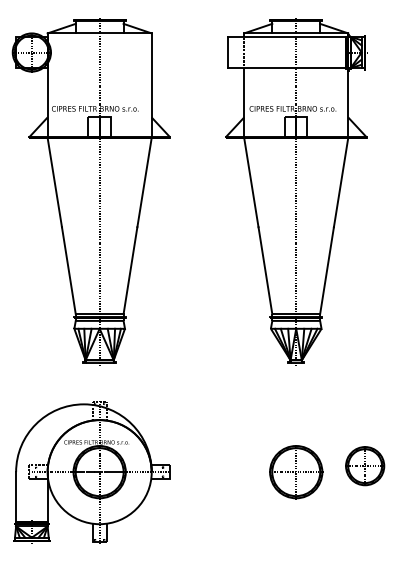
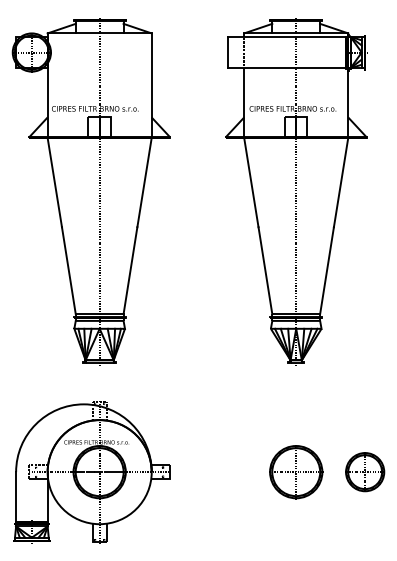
part at (365, 466) position: (365, 466) -> (365, 472)
